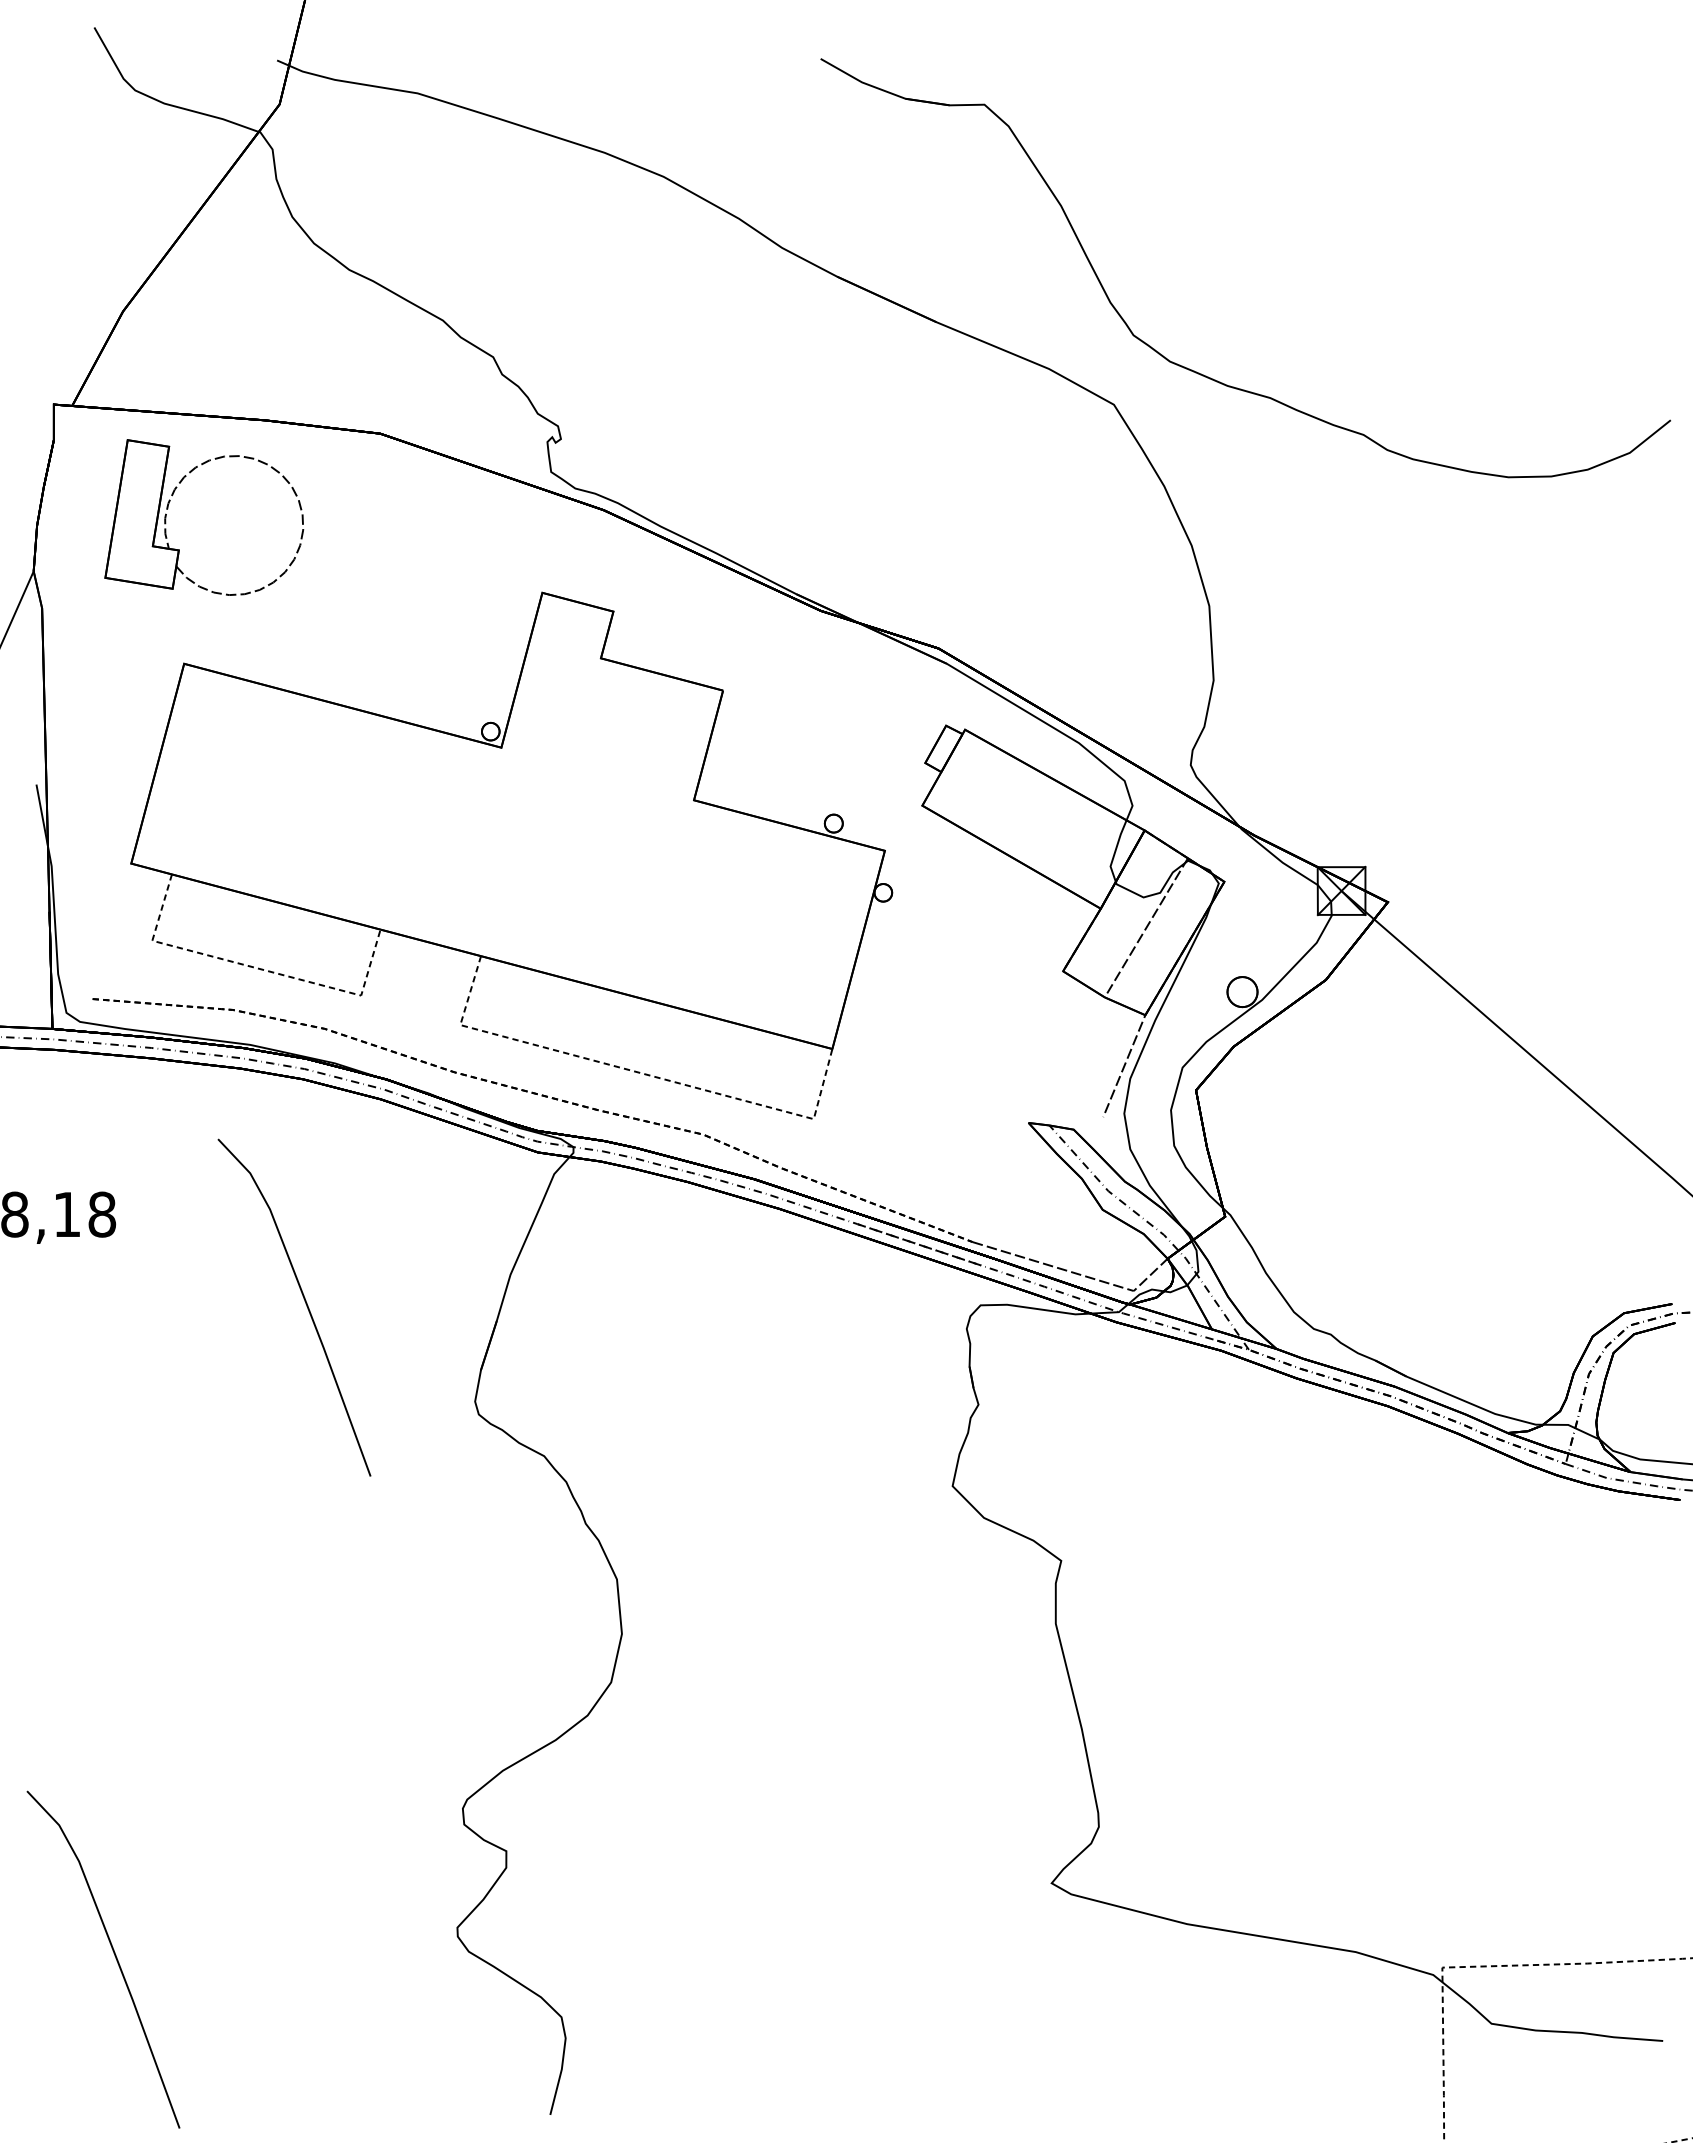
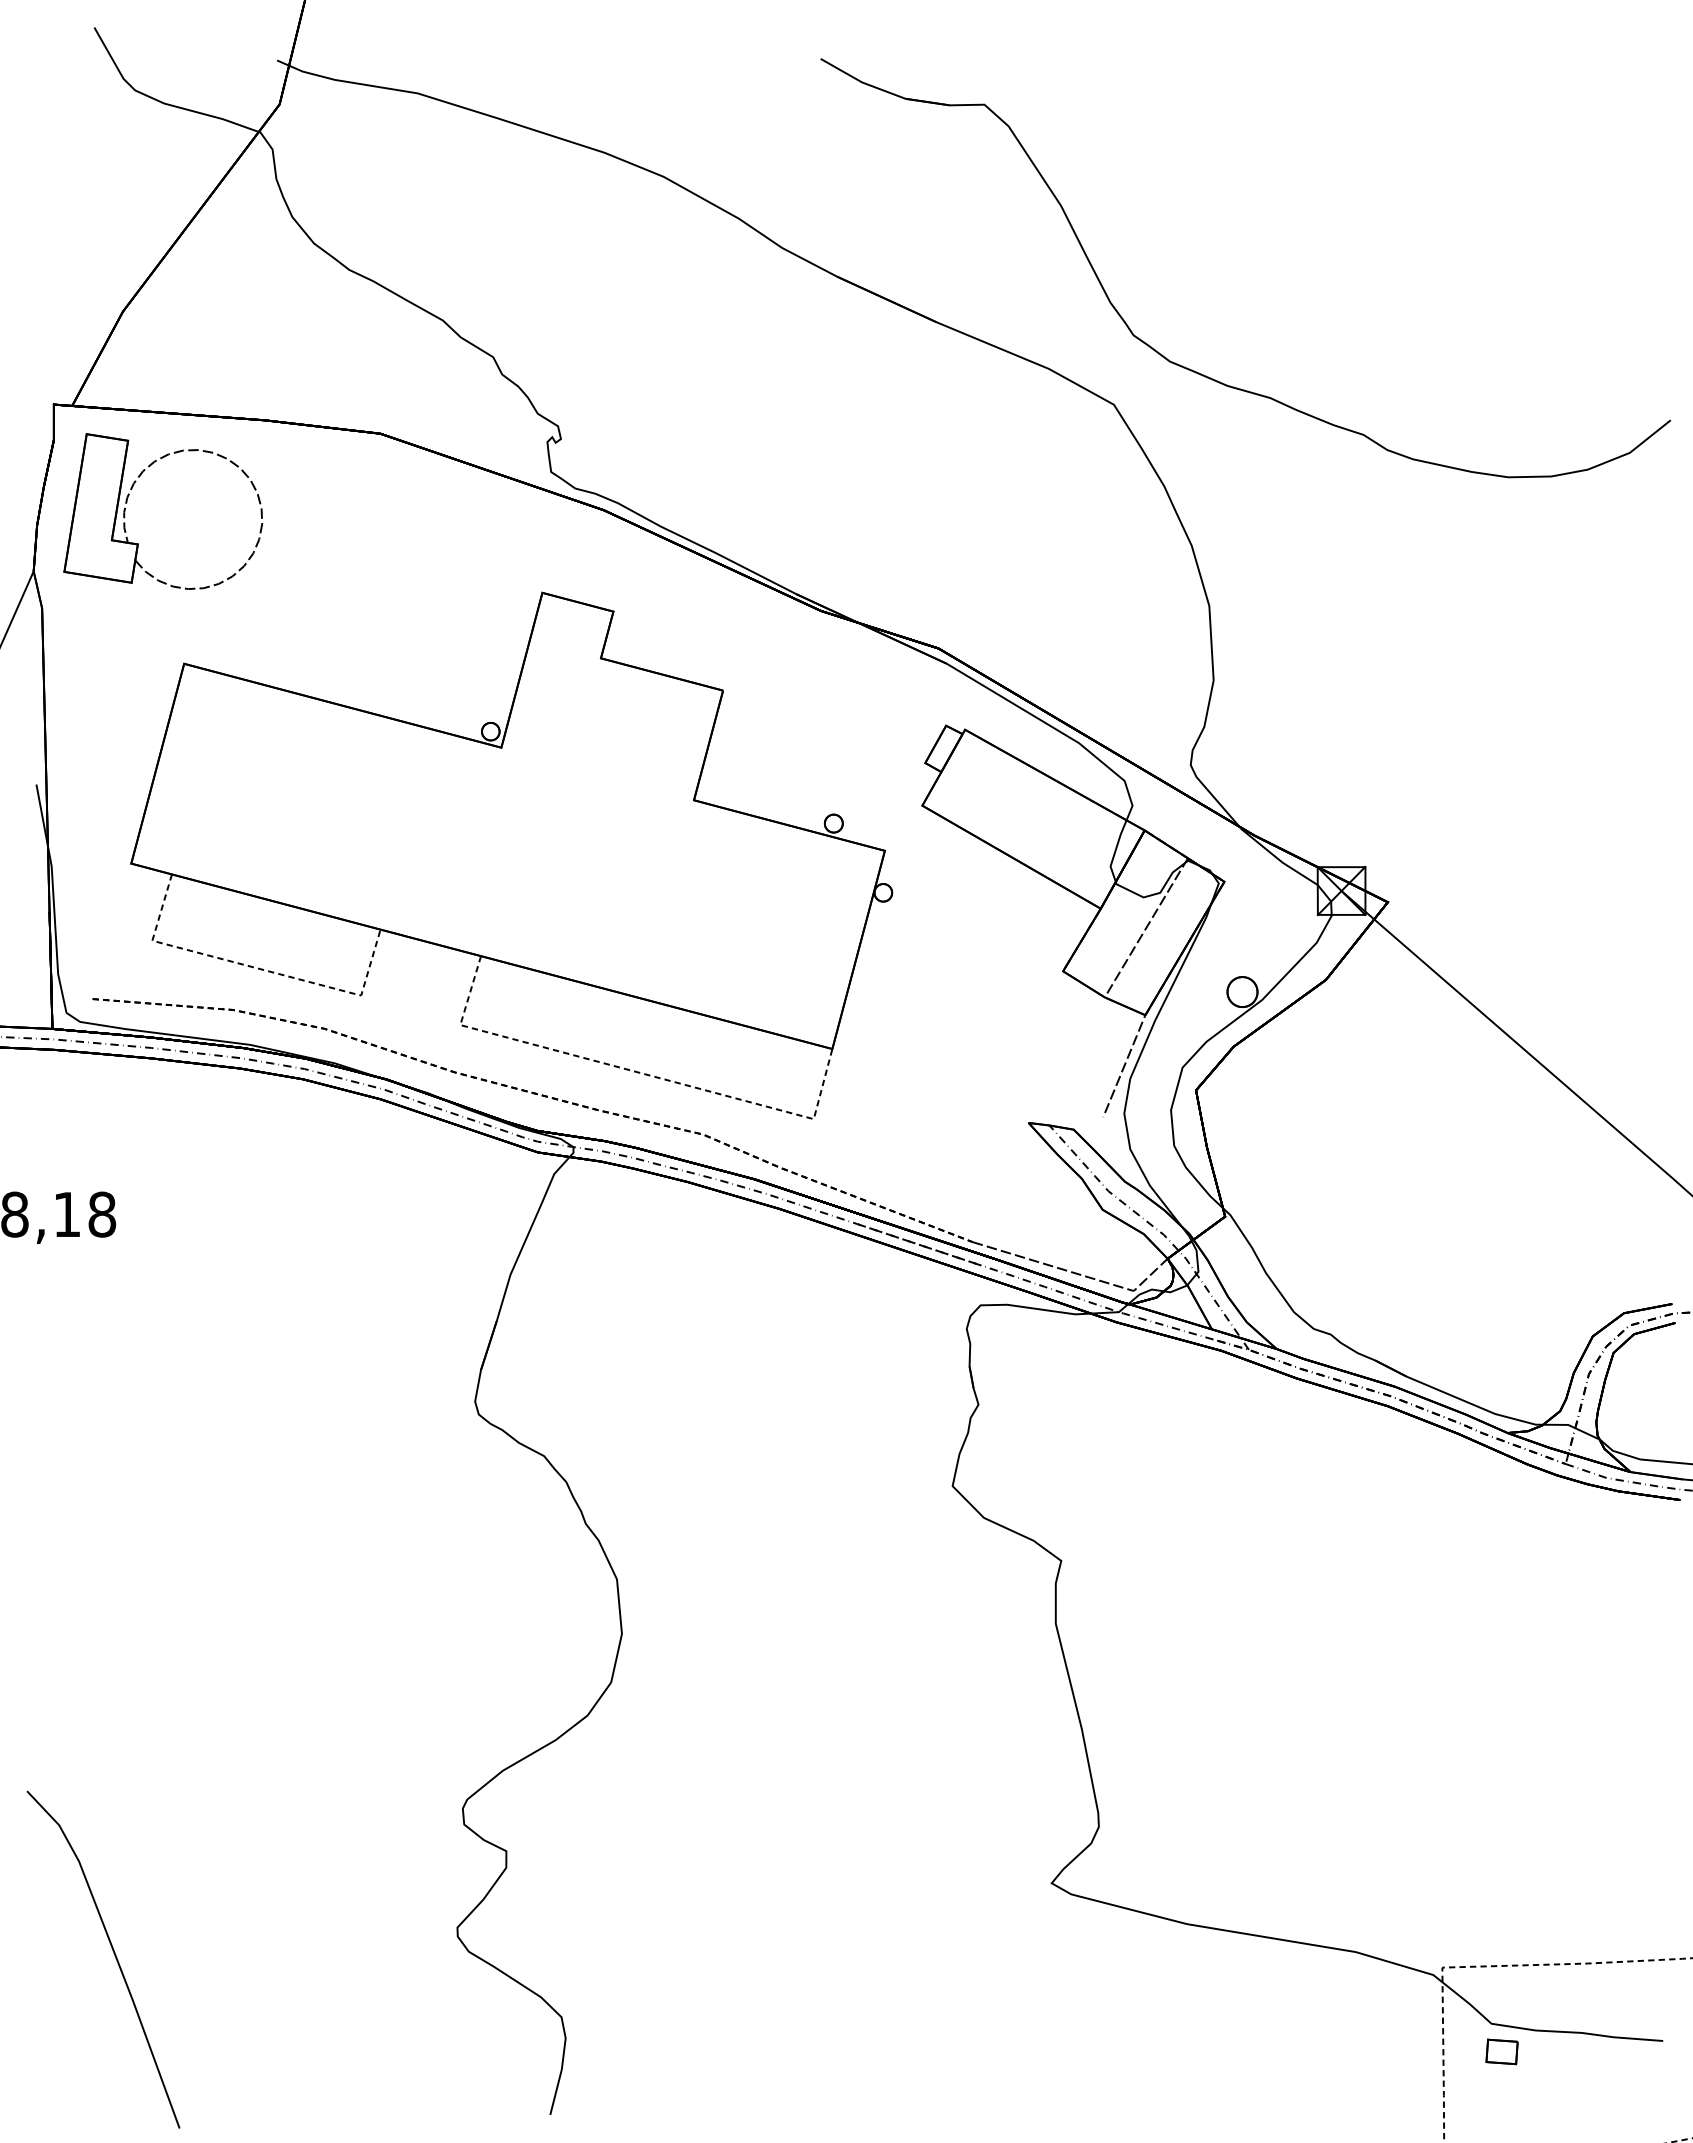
part at (168, 508) position: (168, 508) -> (127, 502)
line at (305, 1304): present -> none
part at (1501, 2051): none -> present
